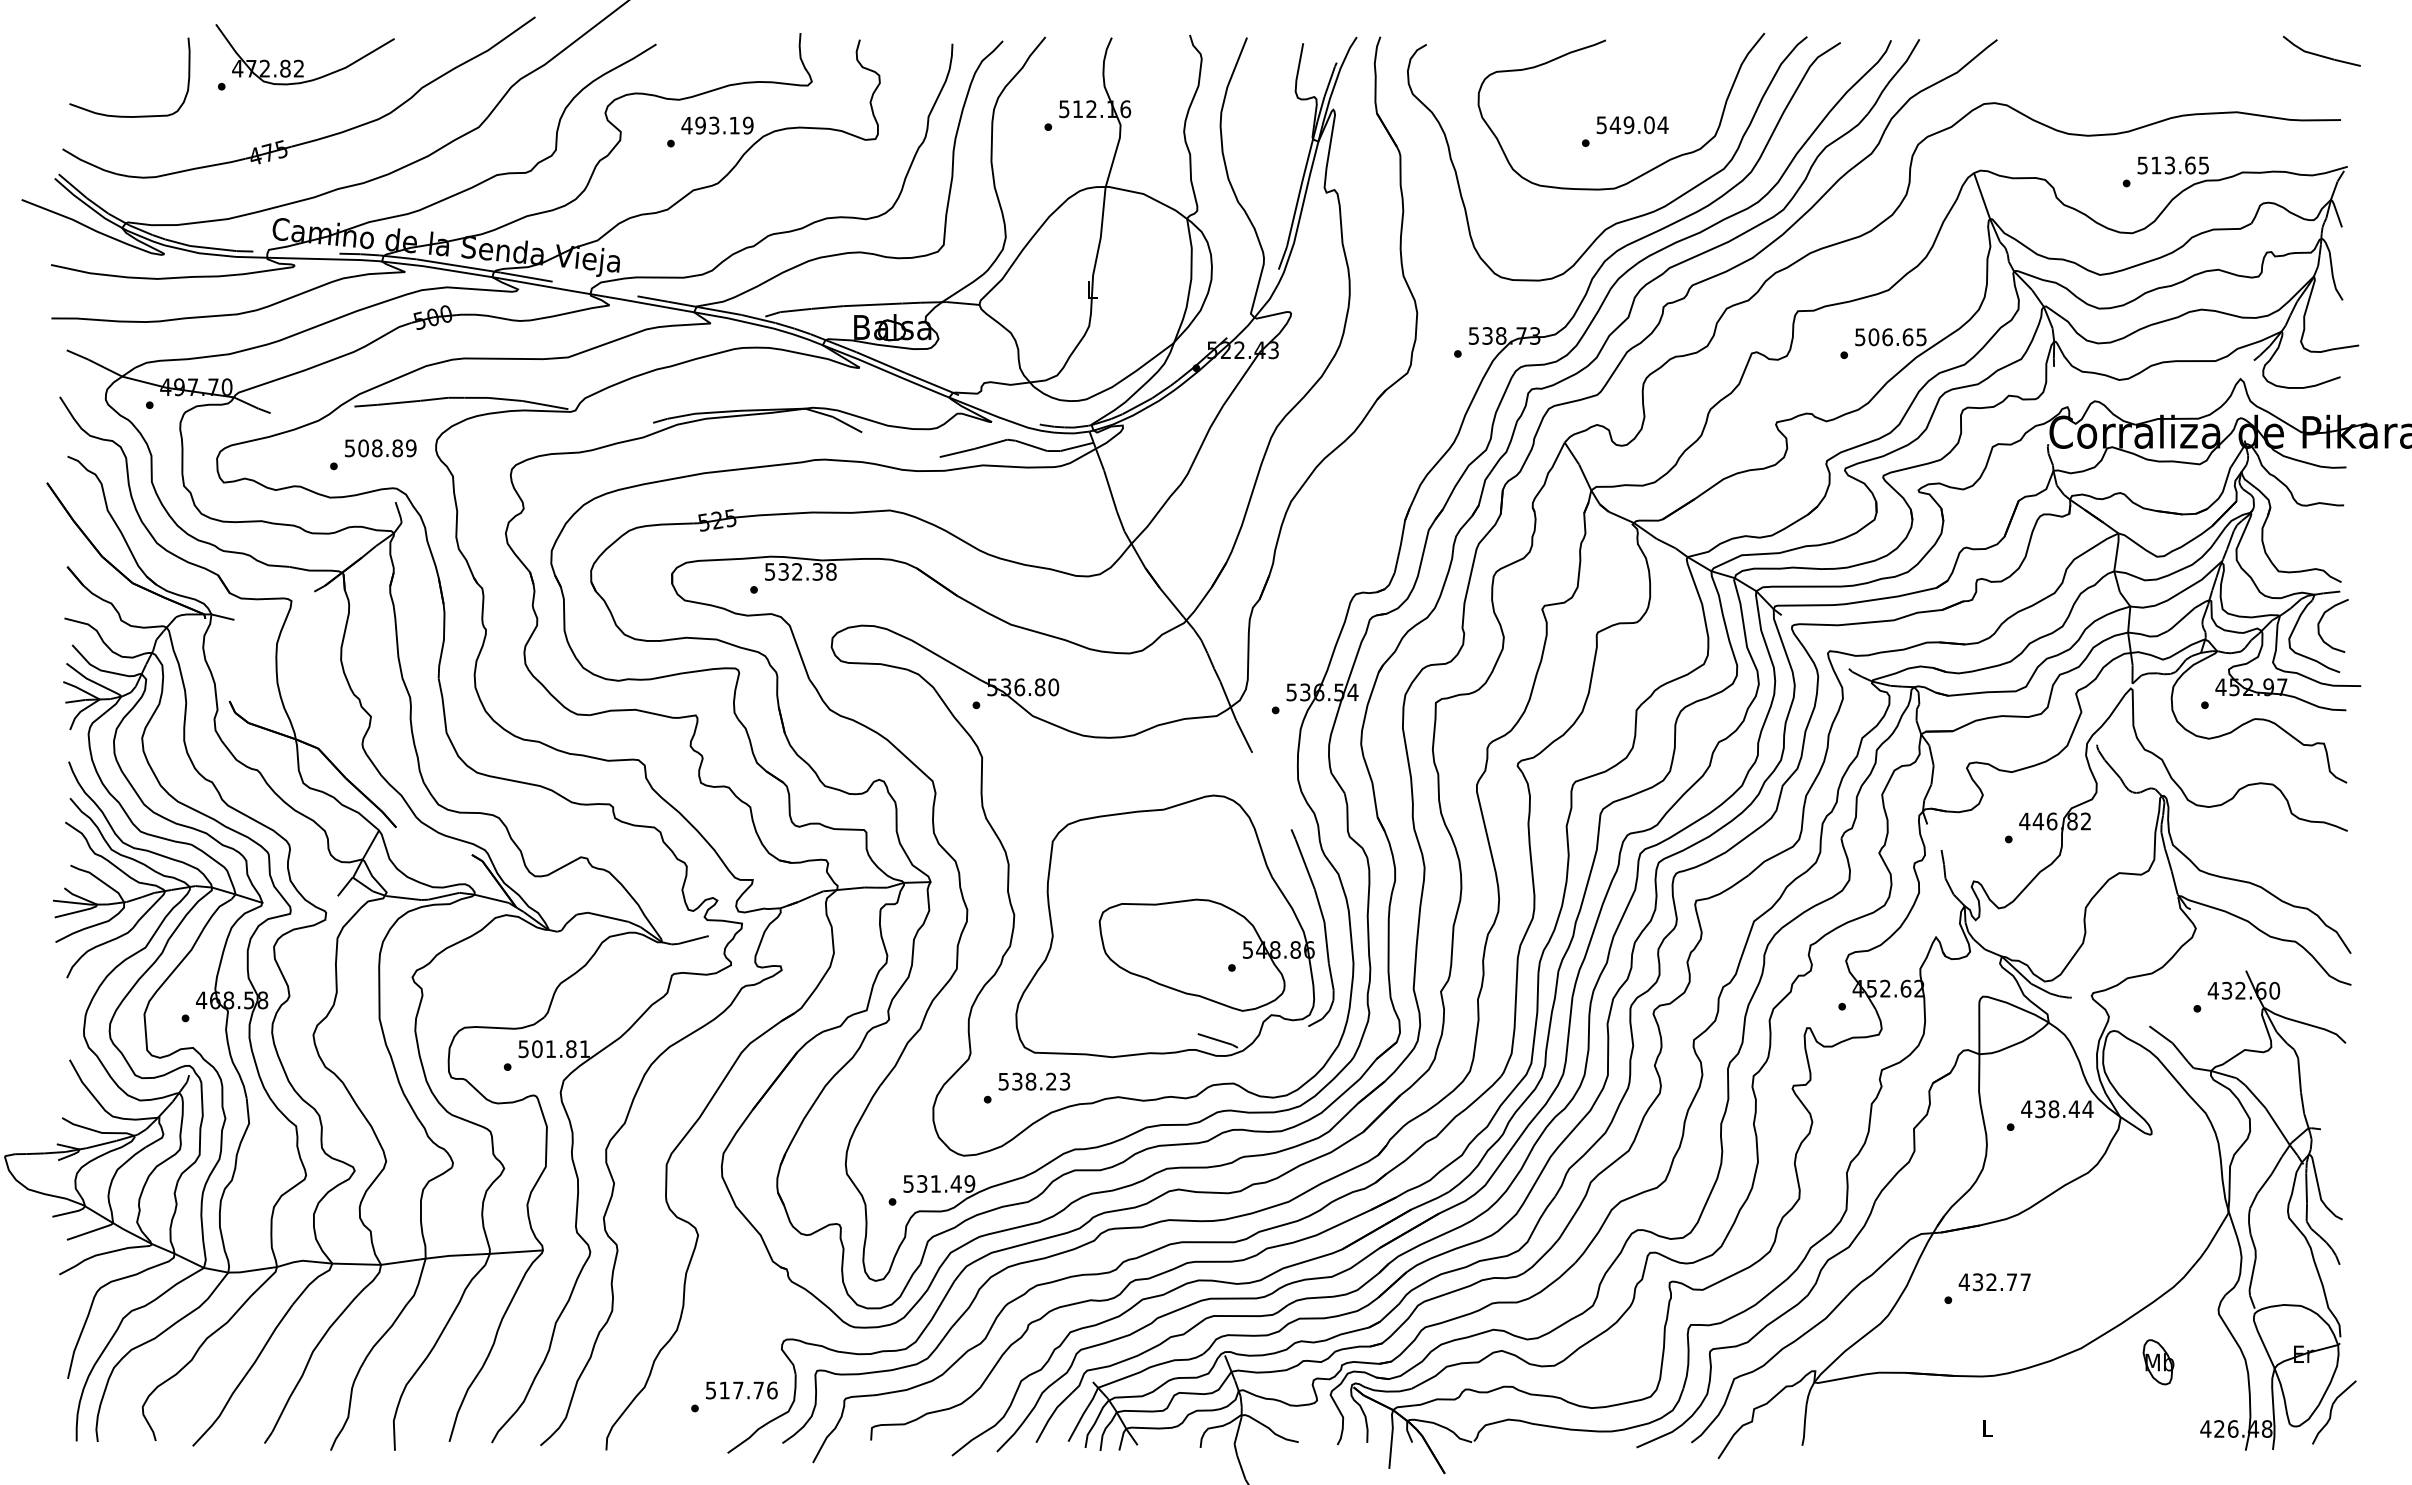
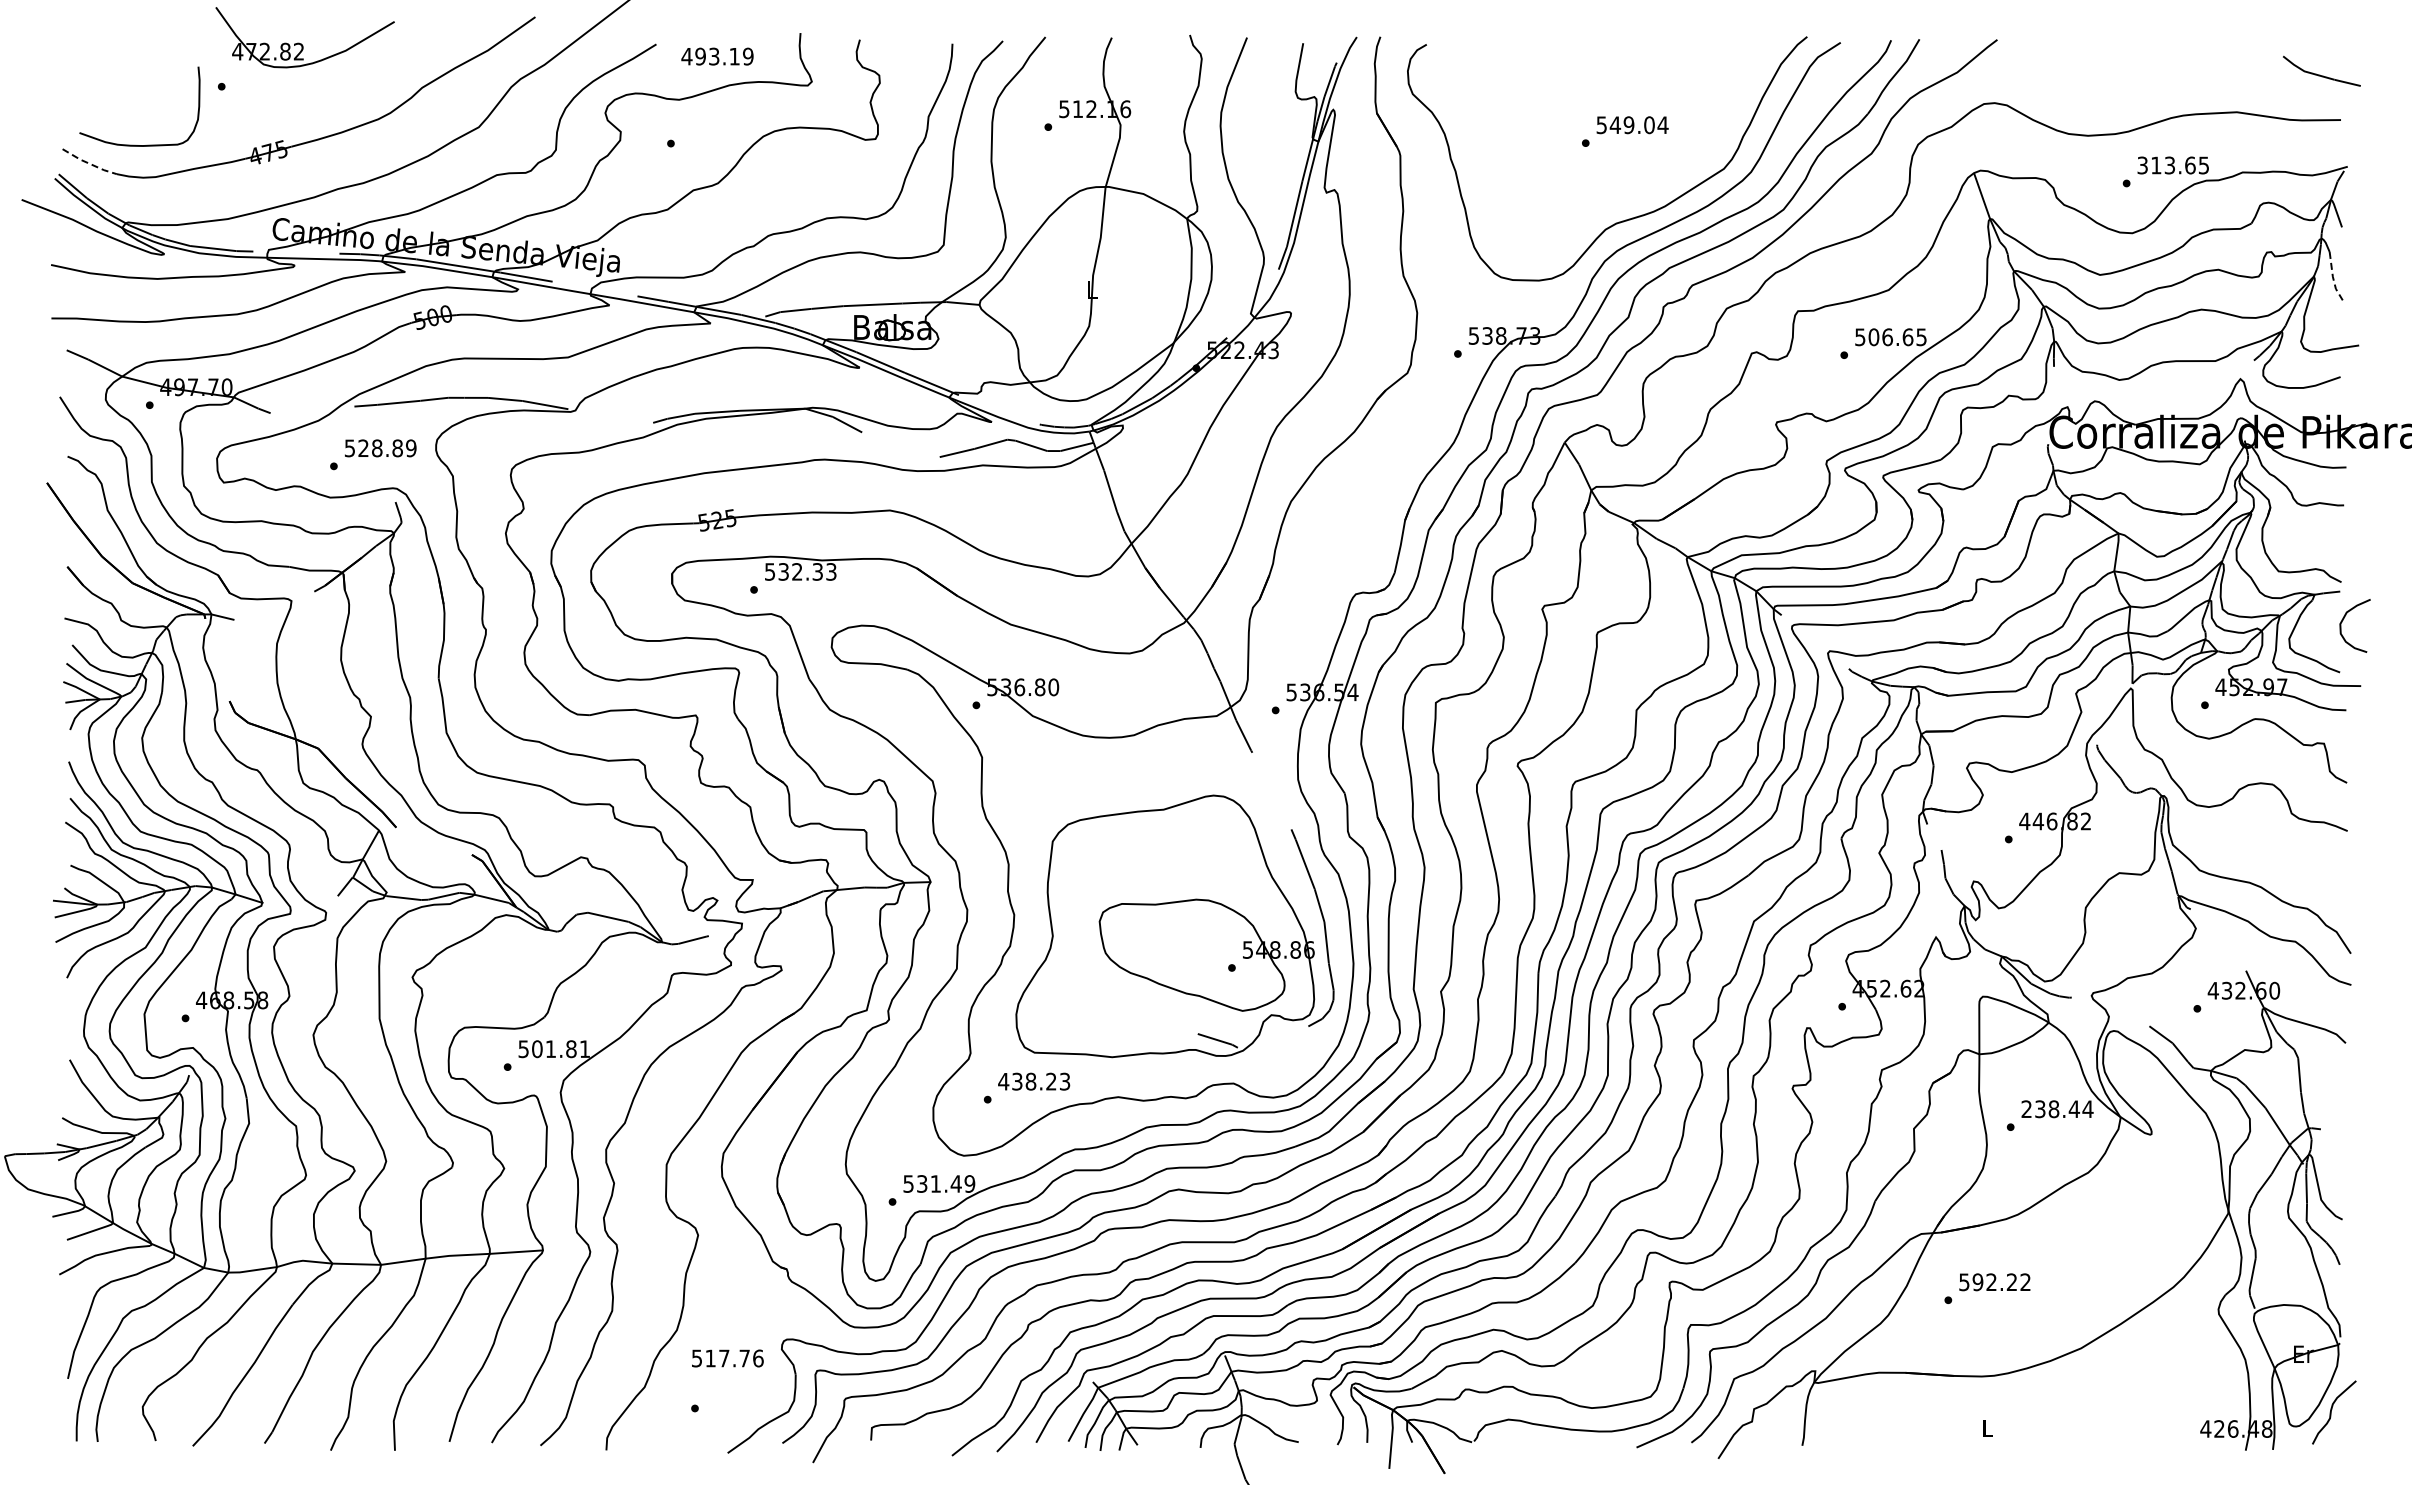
part at (2321, 50) position: (2321, 50) -> (2321, 70)
part at (301, 60) position: (301, 60) -> (301, 43)
curve at (124, 115) position: (124, 115) -> (134, 144)
text at (717, 125) position: (717, 125) -> (717, 56)
line at (89, 163): solid -> dashed
text at (2142, 164): 513.65 -> 313.65
curve at (1653, 167): present -> none
line at (2333, 277): solid -> dashed
text at (363, 448): 508.89 -> 528.89
text at (831, 571): 532.38 -> 532.33
curve at (2321, 620) position: (2321, 620) -> (2343, 620)
text at (1003, 1081): 538.23 -> 438.23
text at (2026, 1108): 438.44 -> 238.44
text at (1994, 1282): 432.77 -> 592.22
part at (2158, 1362): present -> none
text at (741, 1390) position: (741, 1390) -> (727, 1358)
